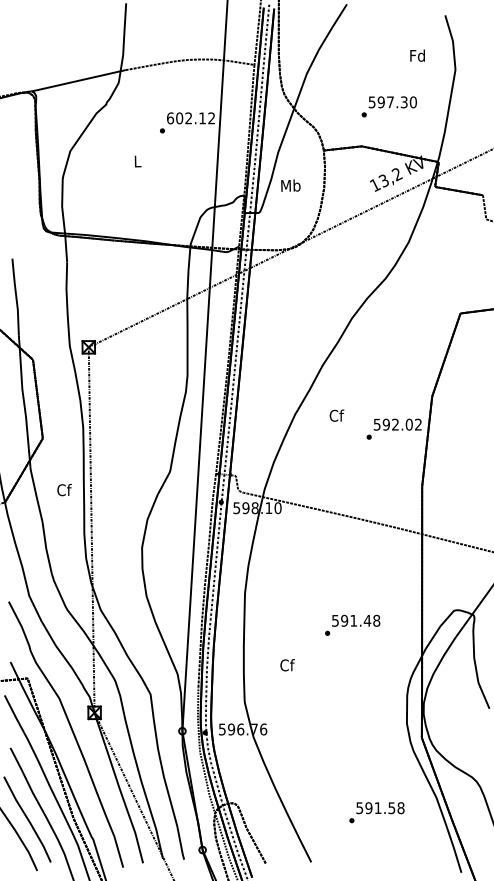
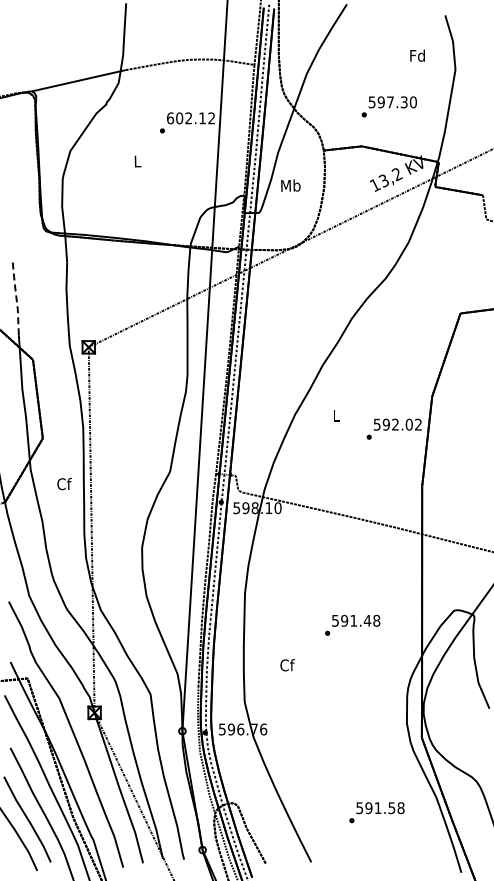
line at (16, 296): solid -> dashed
text at (336, 415): Cf -> L
text at (64, 490) position: (64, 490) -> (64, 484)
